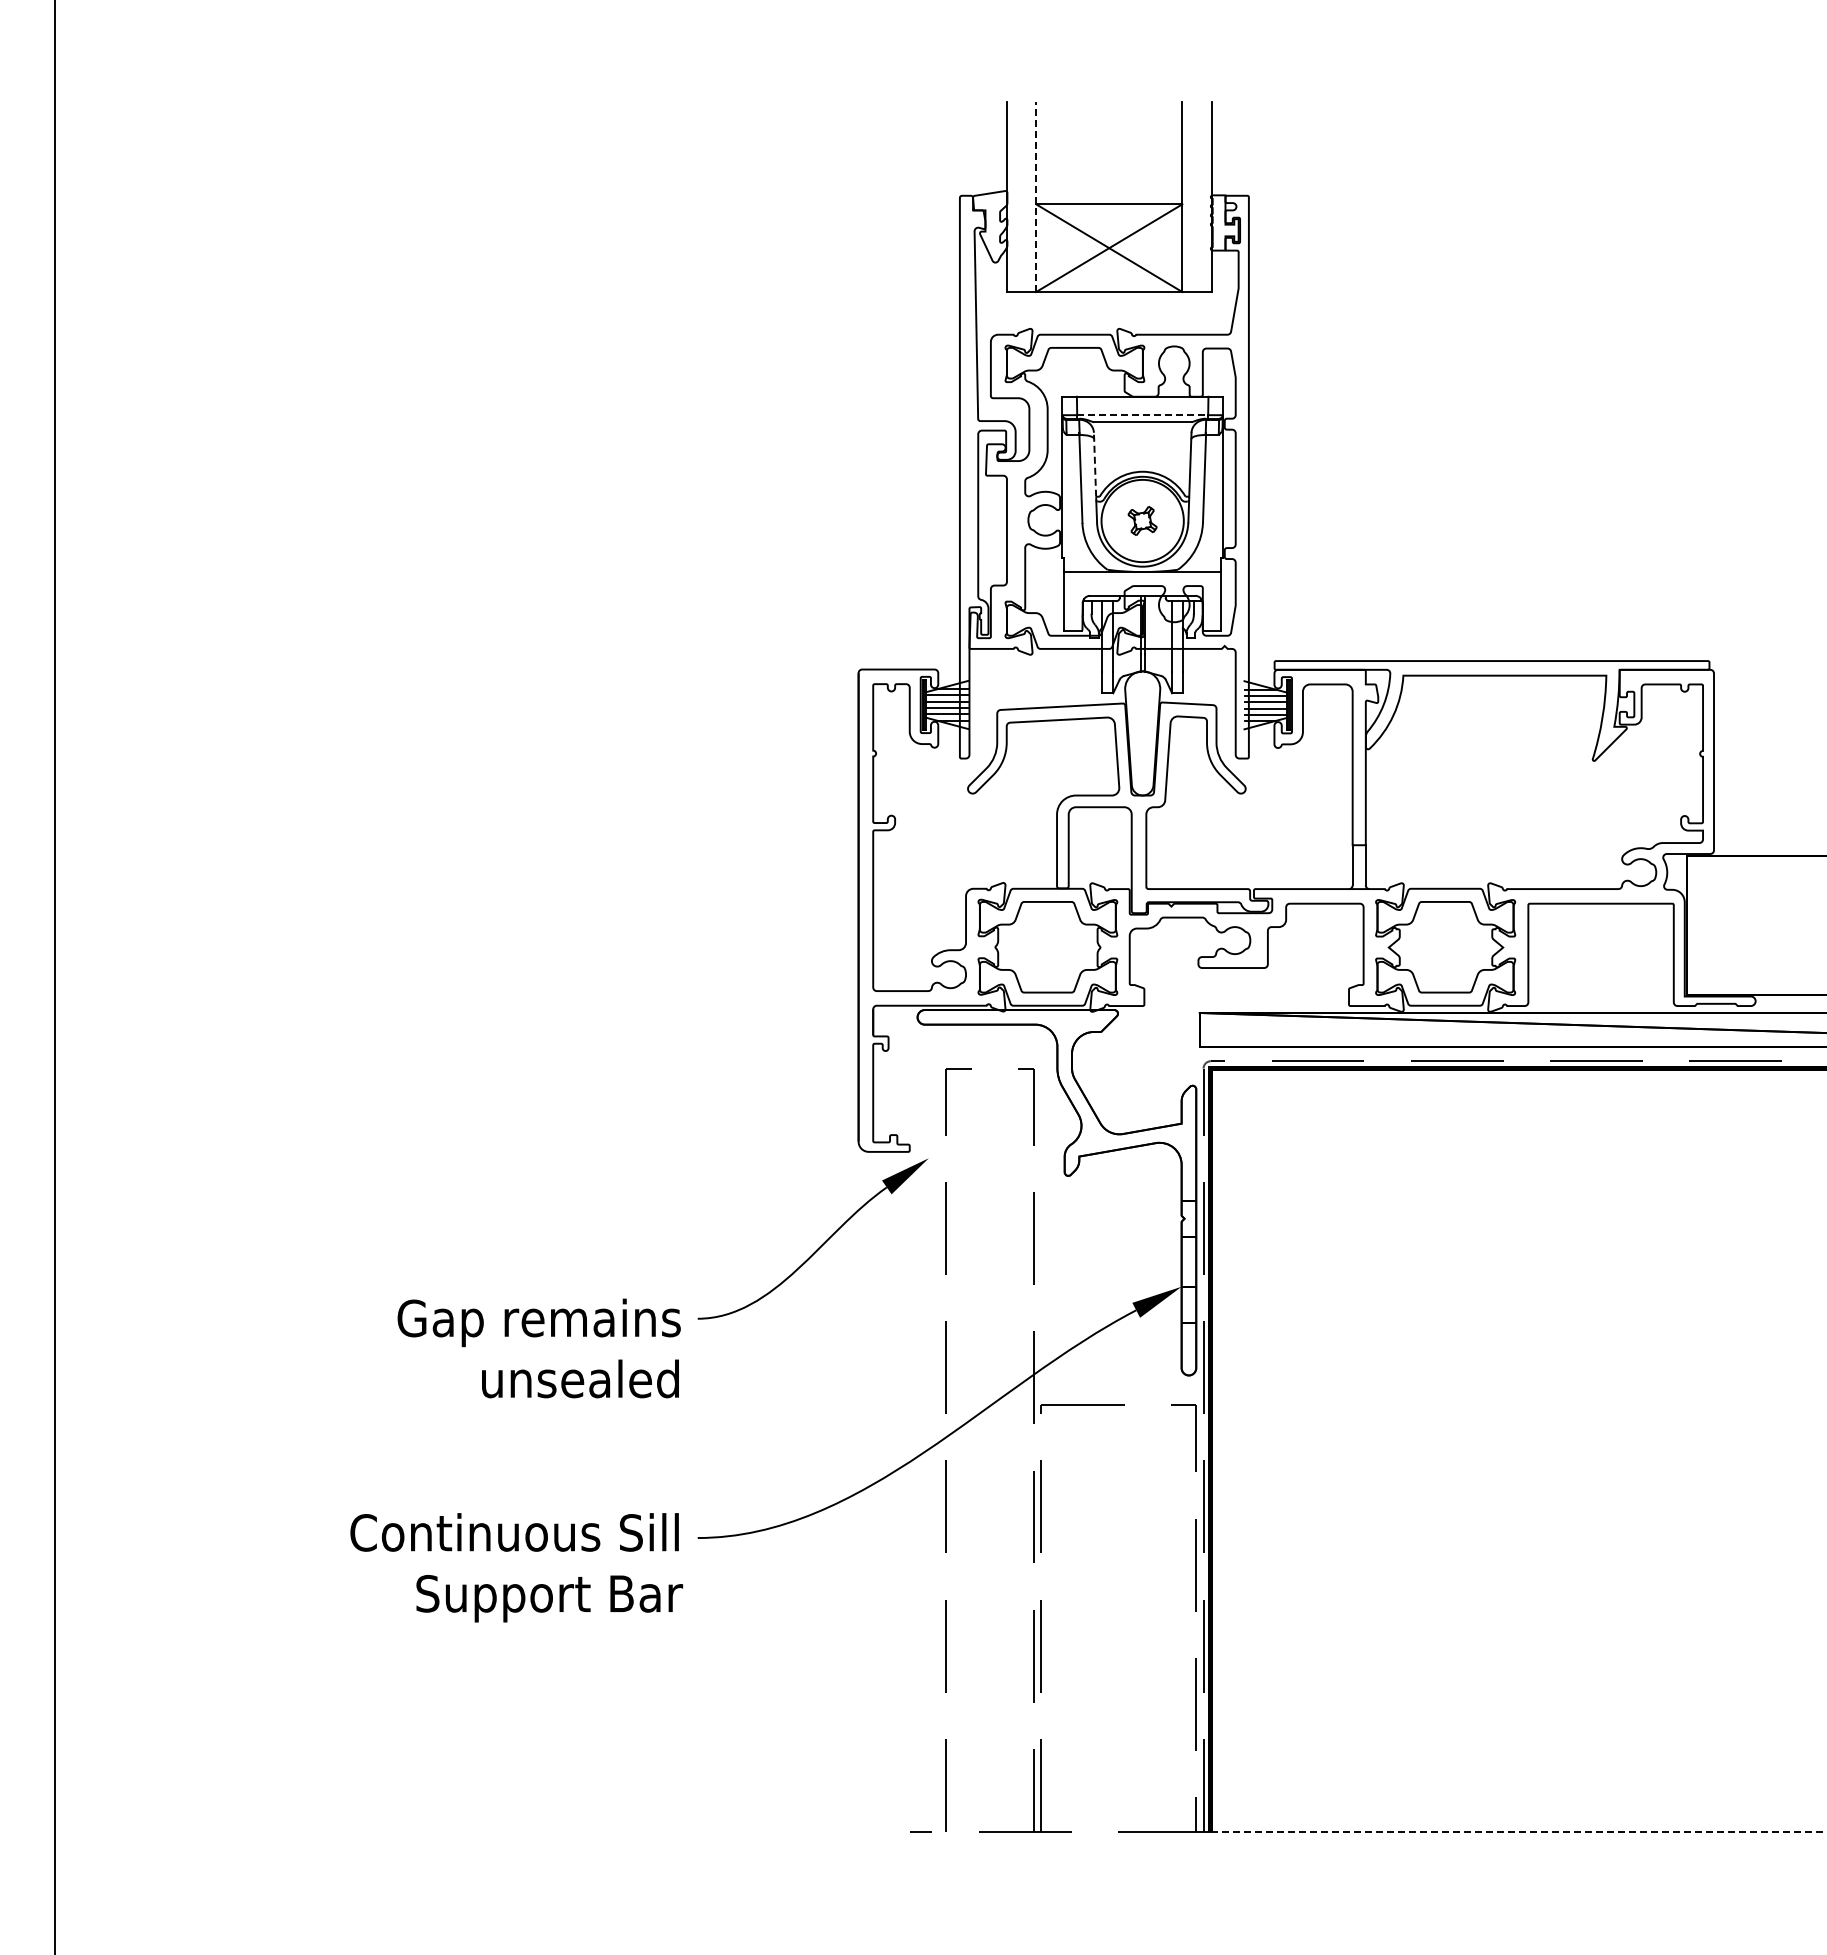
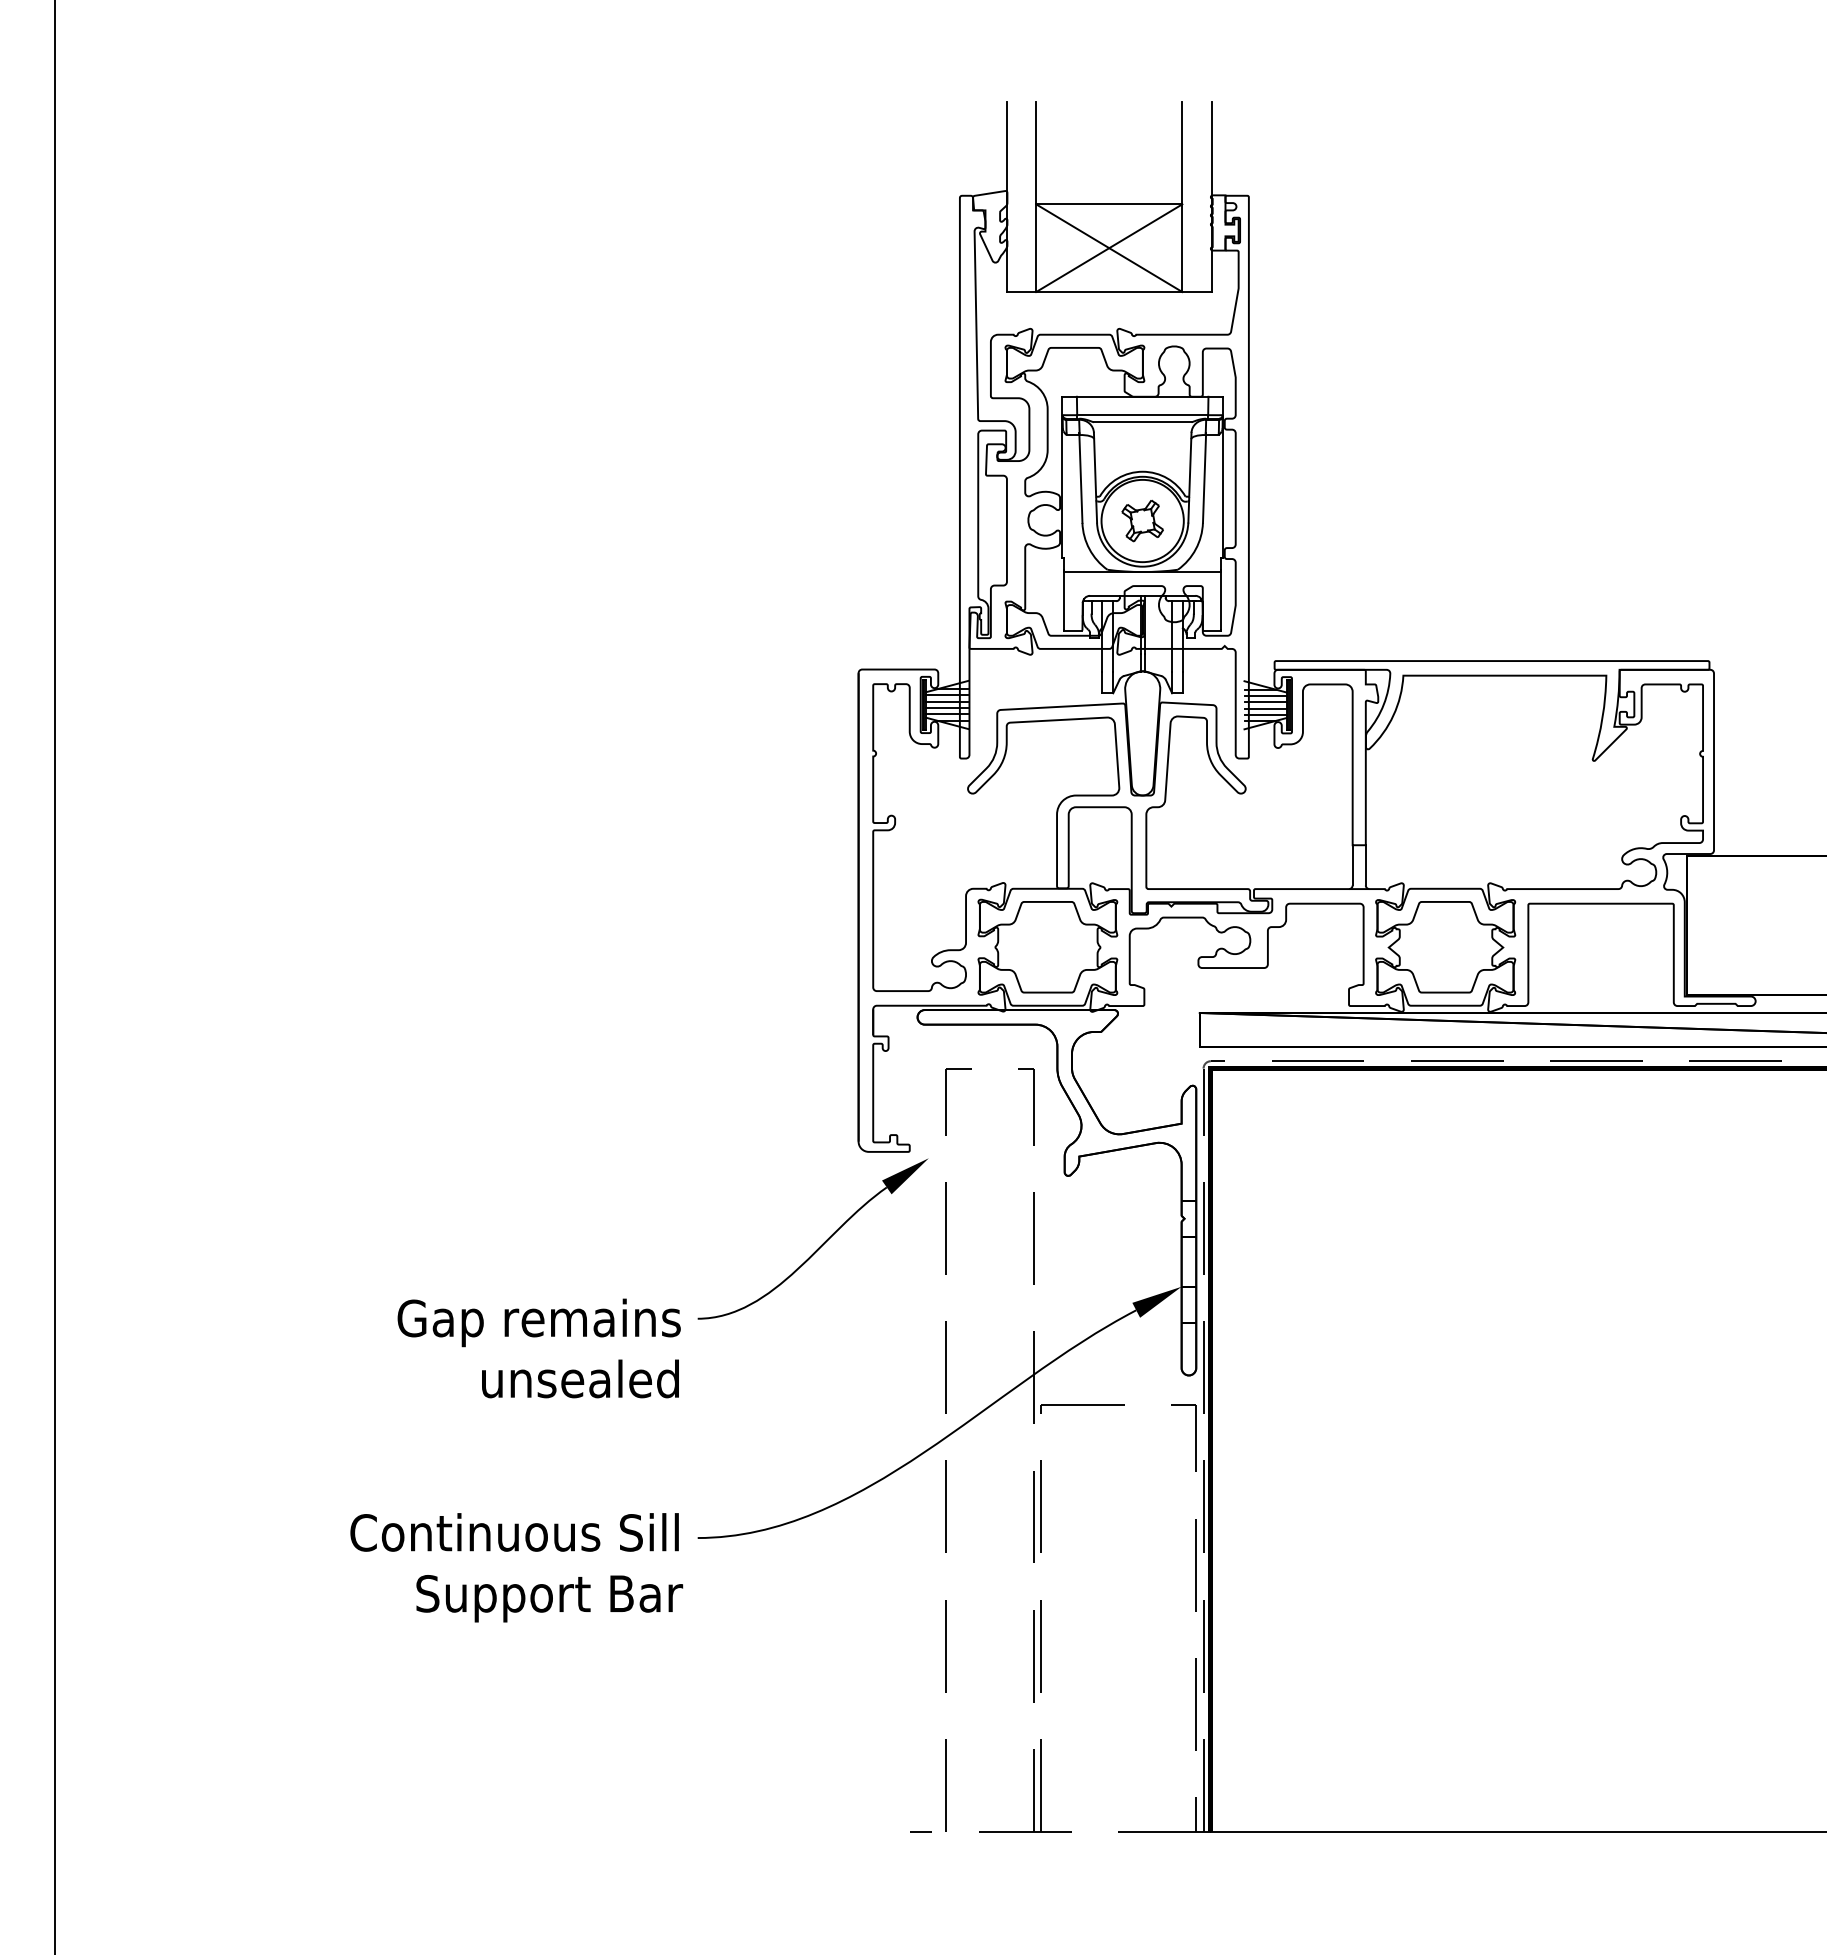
line at (1036, 196): dashed -> solid
line at (1143, 415): dashed -> solid
line at (1095, 464): dashed -> solid
part at (1142, 520) size: 31x30 px -> 43x44 px
line at (1518, 1831): dashed -> solid
